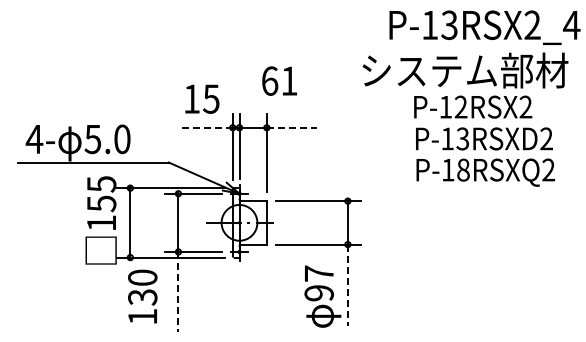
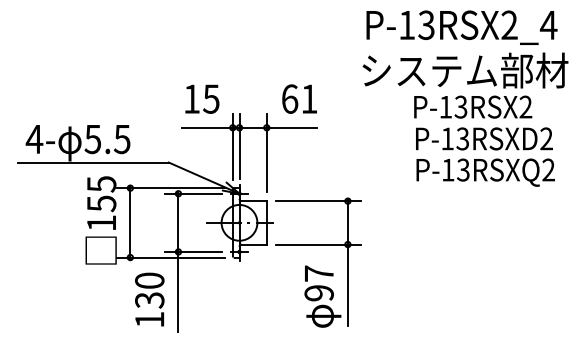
text at (484, 27) position: (484, 27) -> (461, 27)
text at (279, 80) position: (279, 80) -> (299, 98)
text at (460, 107): P-12RSX2 -> P-13RSX2
line at (206, 127): dashed -> solid
line at (291, 127): dashed -> solid
text at (121, 139): 5.0 -> 5.5
text at (463, 169): P-18RSXQ2 -> P-13RSXQ2
line at (347, 286): dashed -> solid
line at (178, 291): dashed -> solid
text at (142, 296) position: (142, 296) -> (149, 299)
